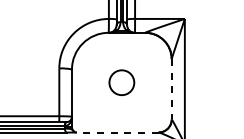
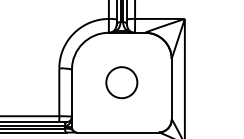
circle at (121, 82) size: 28x27 px -> 34x34 px
line at (171, 89): dashed -> solid
line at (117, 132): dashed -> solid
